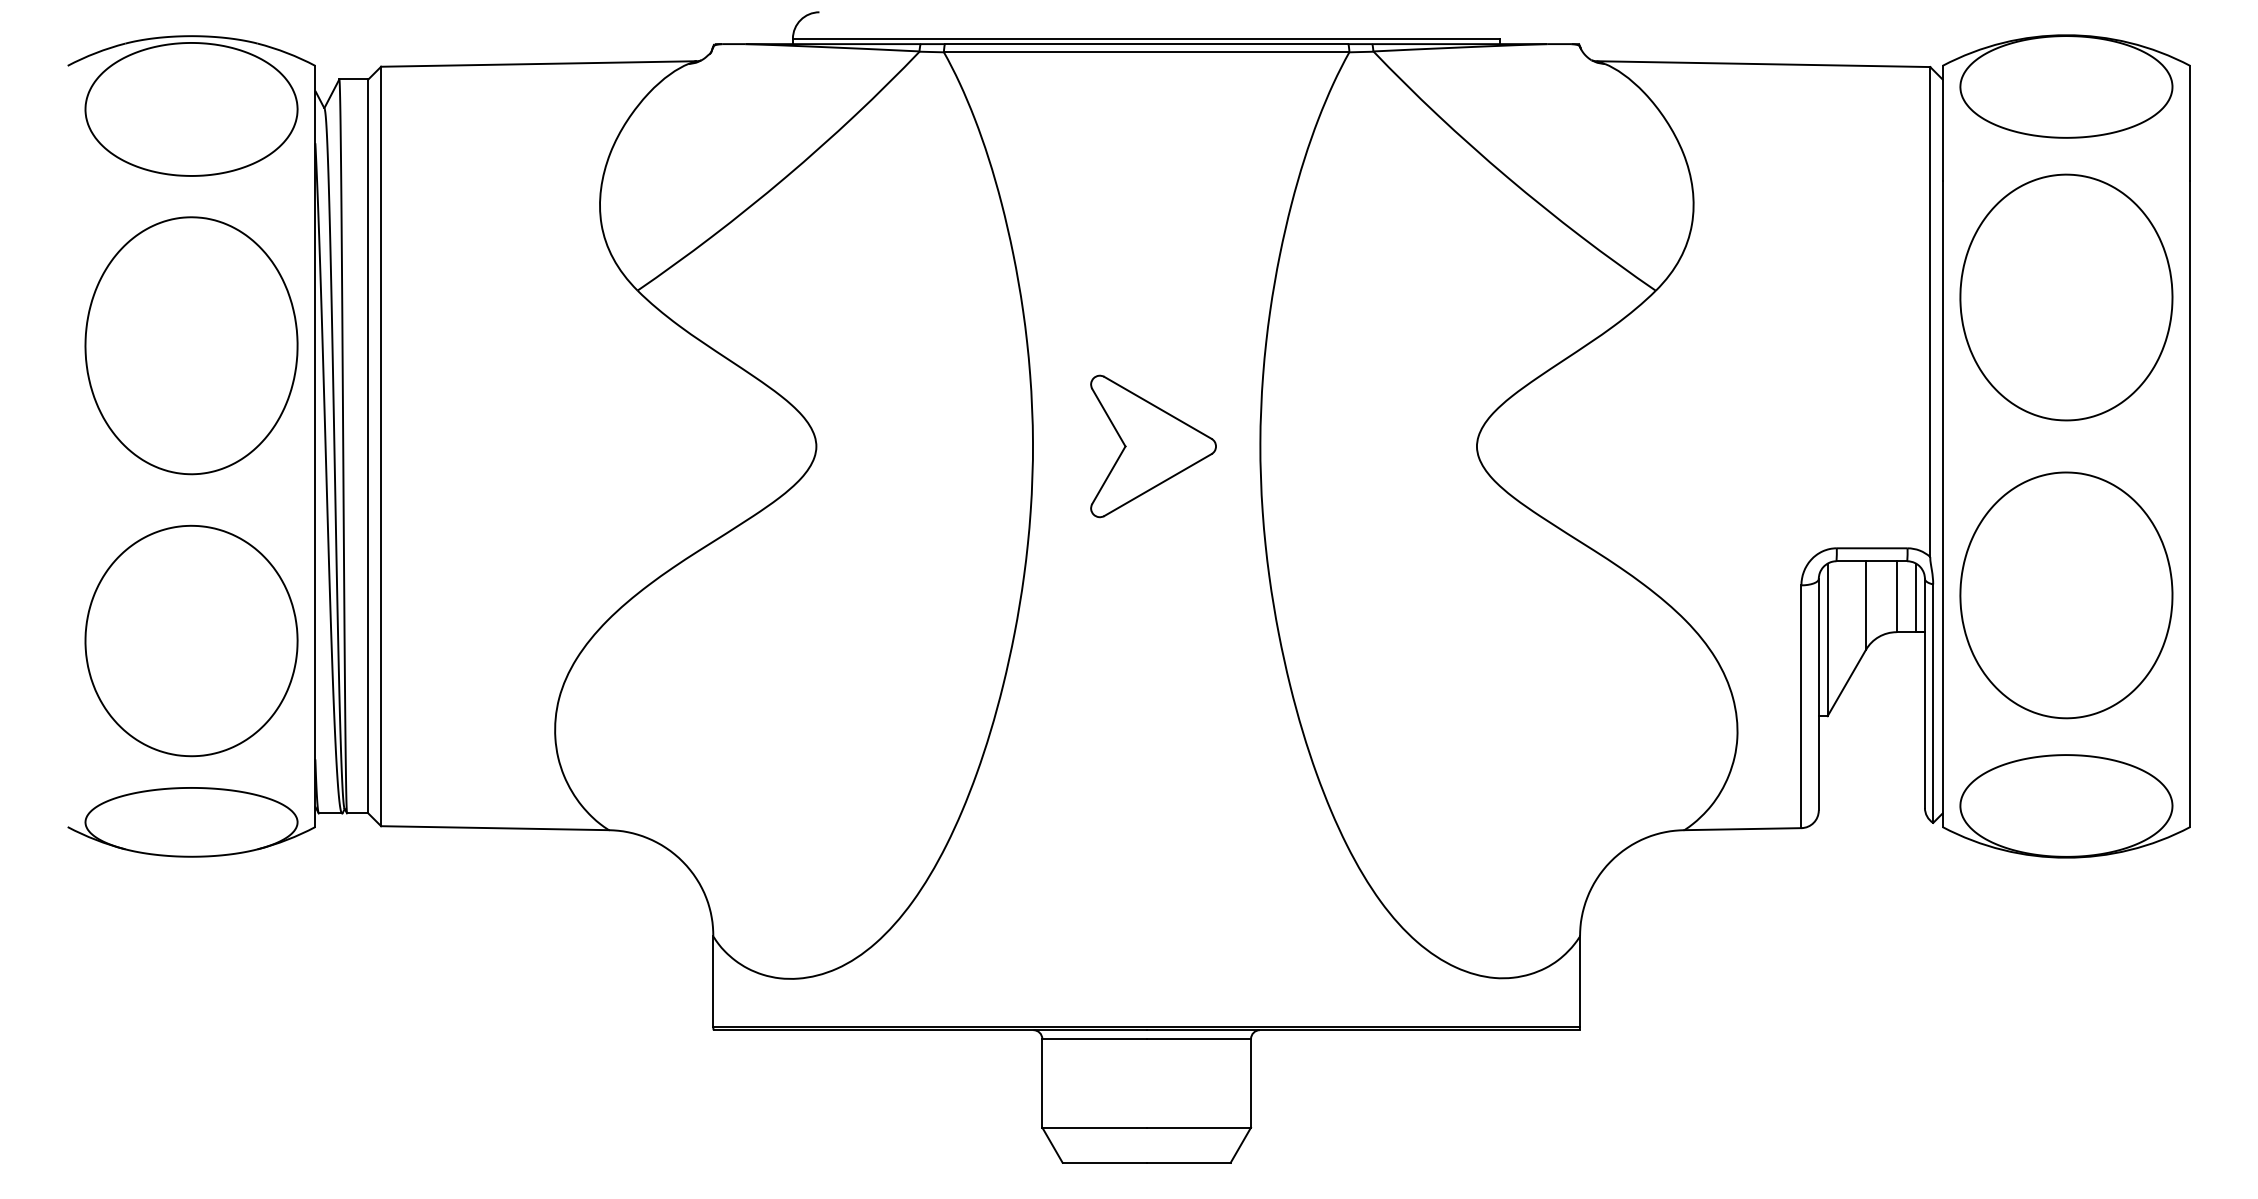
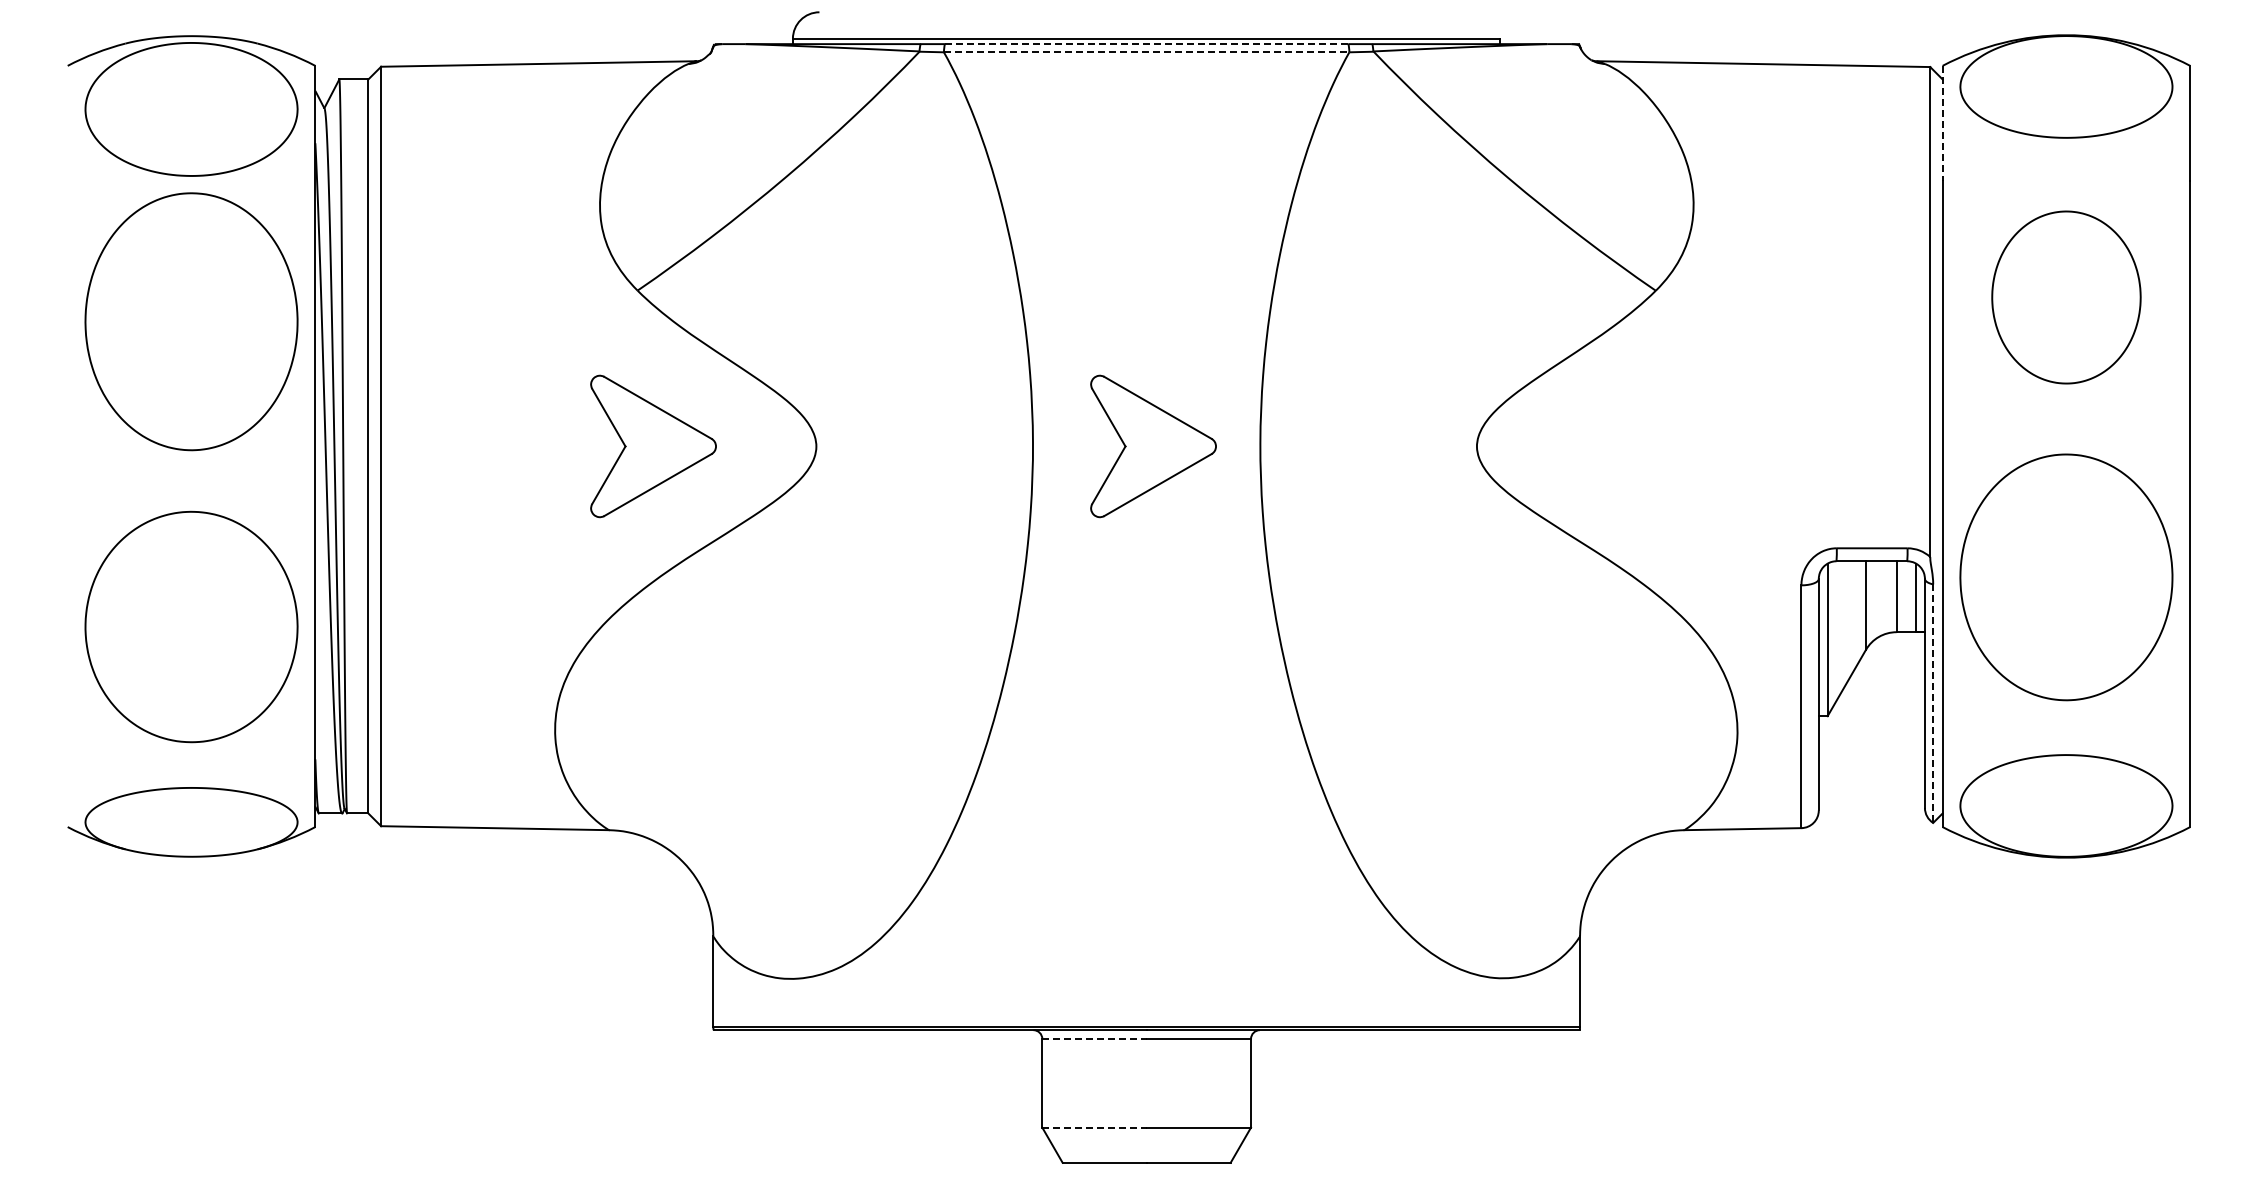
line at (1146, 44): solid -> dashed
line at (1146, 52): solid -> dashed
line at (1942, 123): solid -> dashed
part at (2066, 297) size: 215x249 px -> 151x175 px
part at (191, 345) position: (191, 345) -> (191, 321)
part at (653, 446): none -> present
part at (2066, 595) position: (2066, 595) -> (2066, 577)
part at (191, 640) position: (191, 640) -> (191, 626)
line at (1933, 704): solid -> dashed
line at (1095, 1039): solid -> dashed
line at (1095, 1127): solid -> dashed
